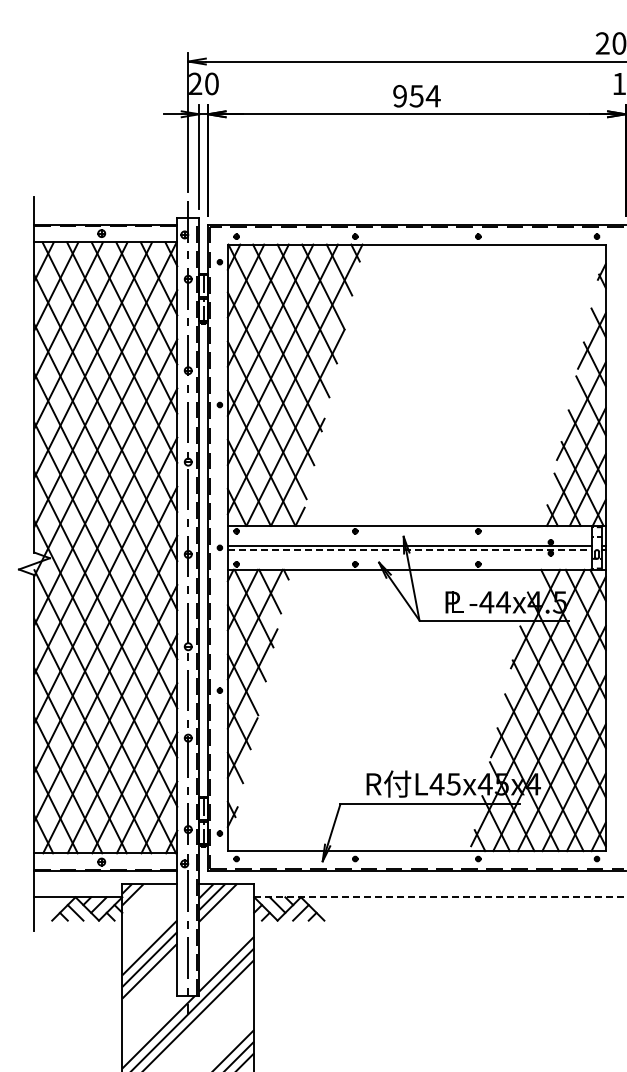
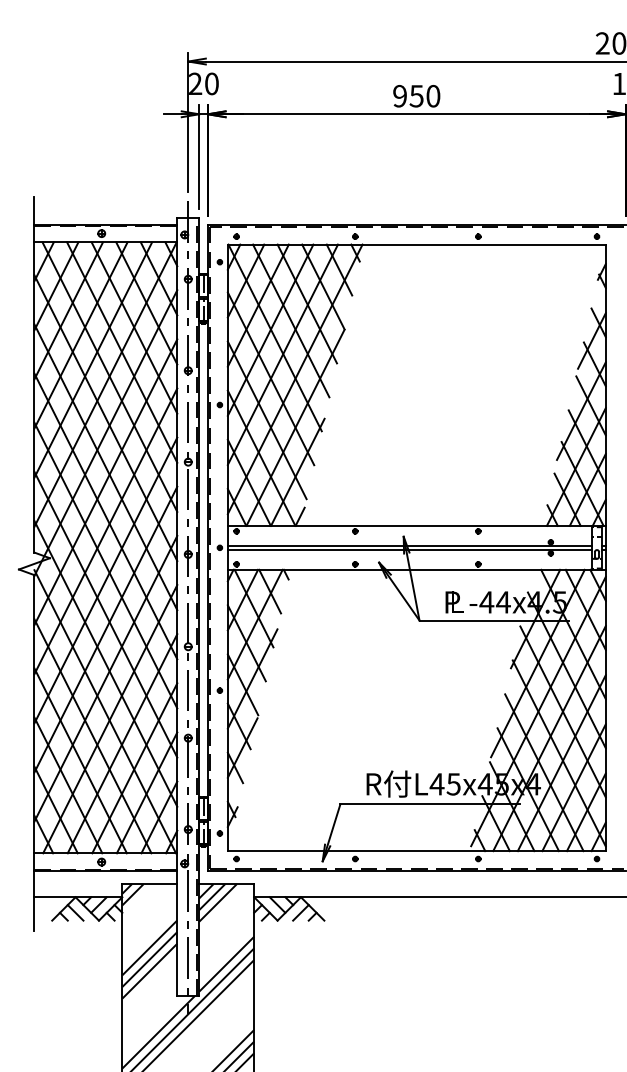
text at (432, 95): 954 -> 950
line at (410, 550): dashed -> solid
line at (441, 897): dashed -> solid
